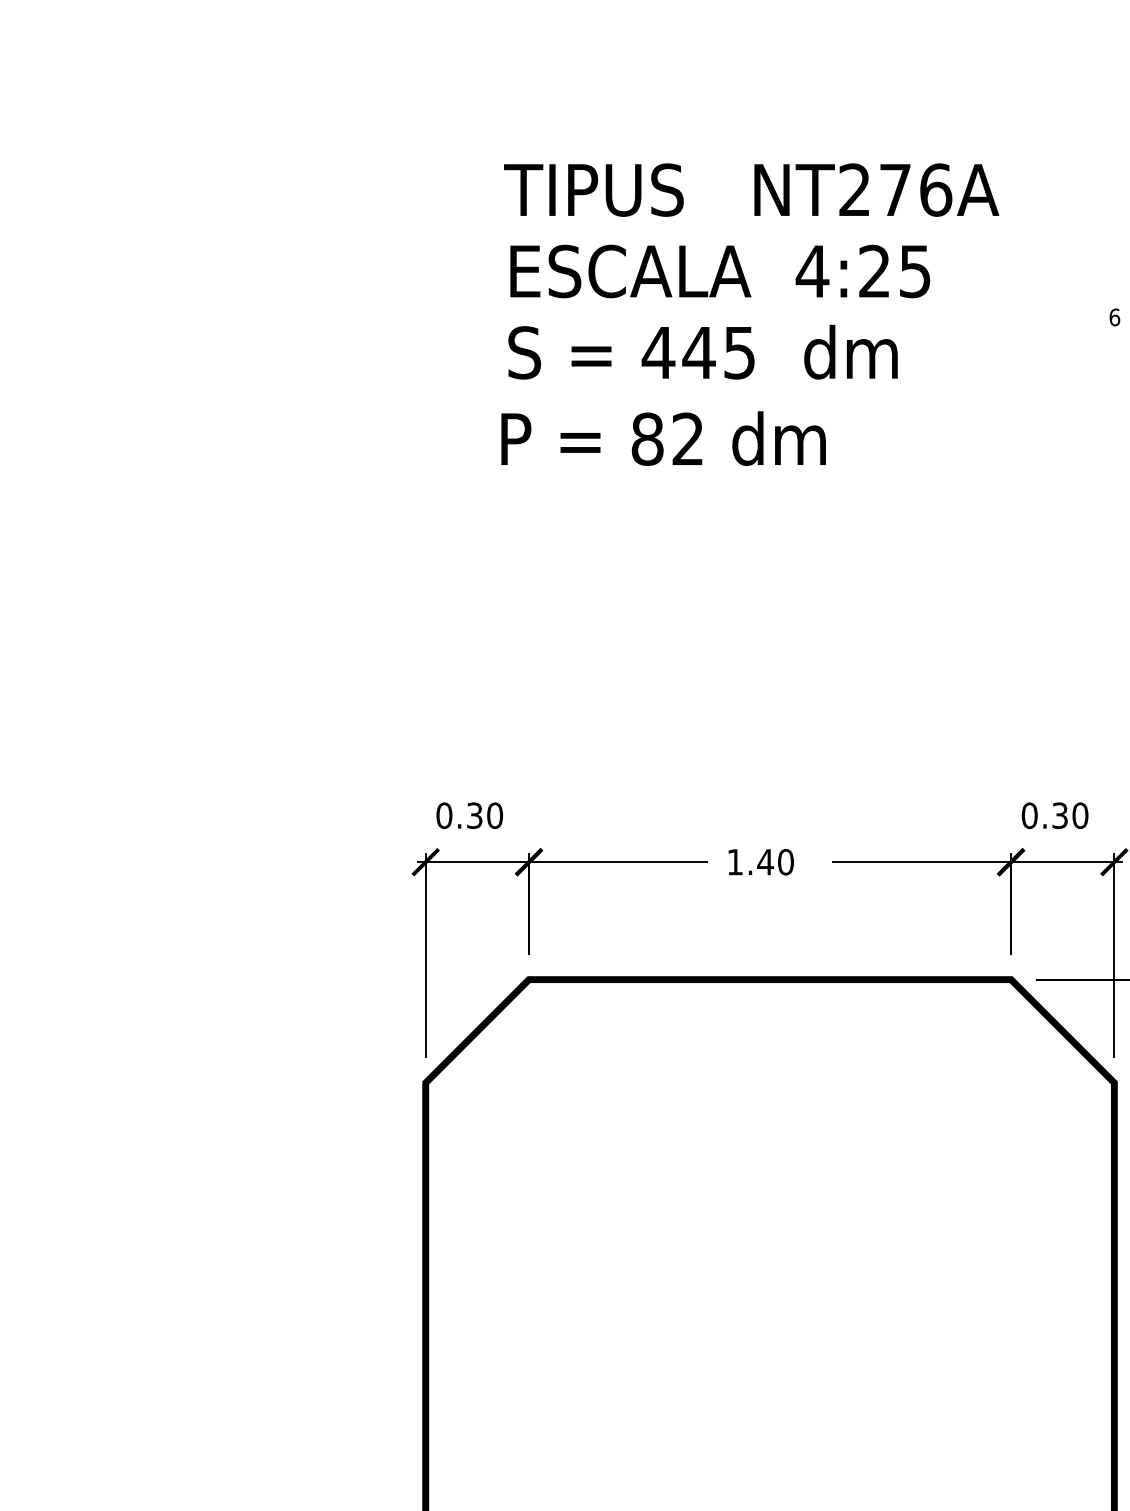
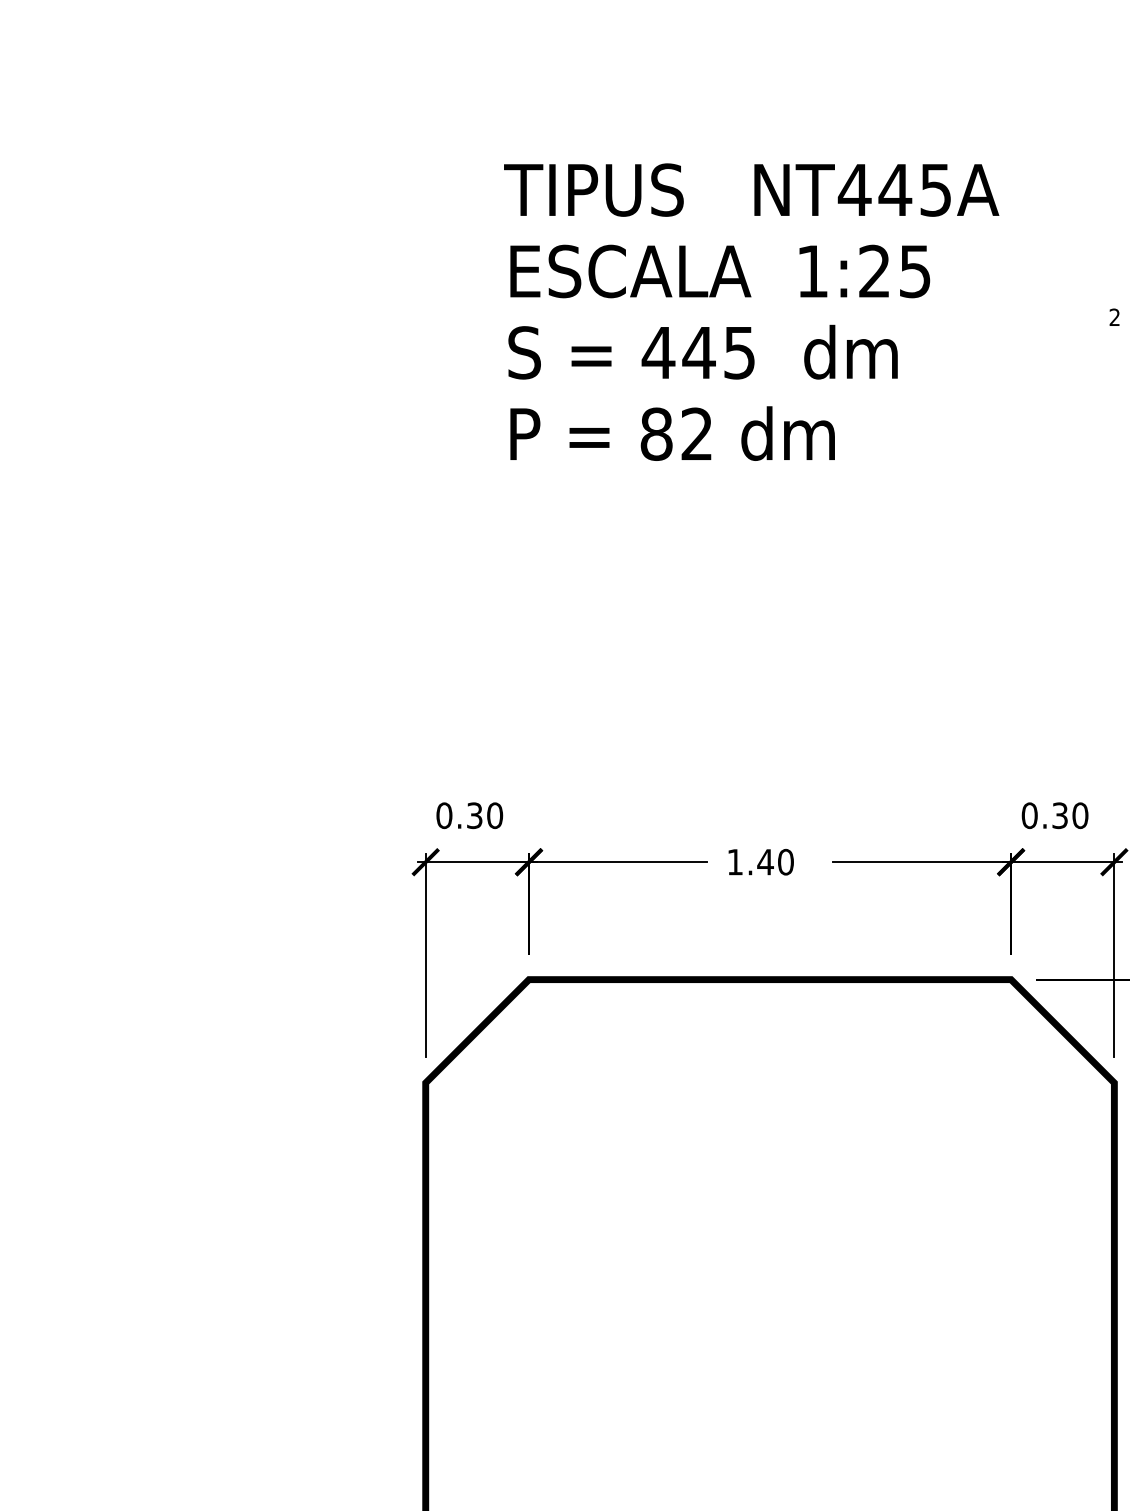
text at (894, 189): NT276A -> NT445A
text at (812, 271): 4:25 -> 1:25
text at (1114, 317): 6 -> 2
text at (663, 438) position: (663, 438) -> (672, 433)
